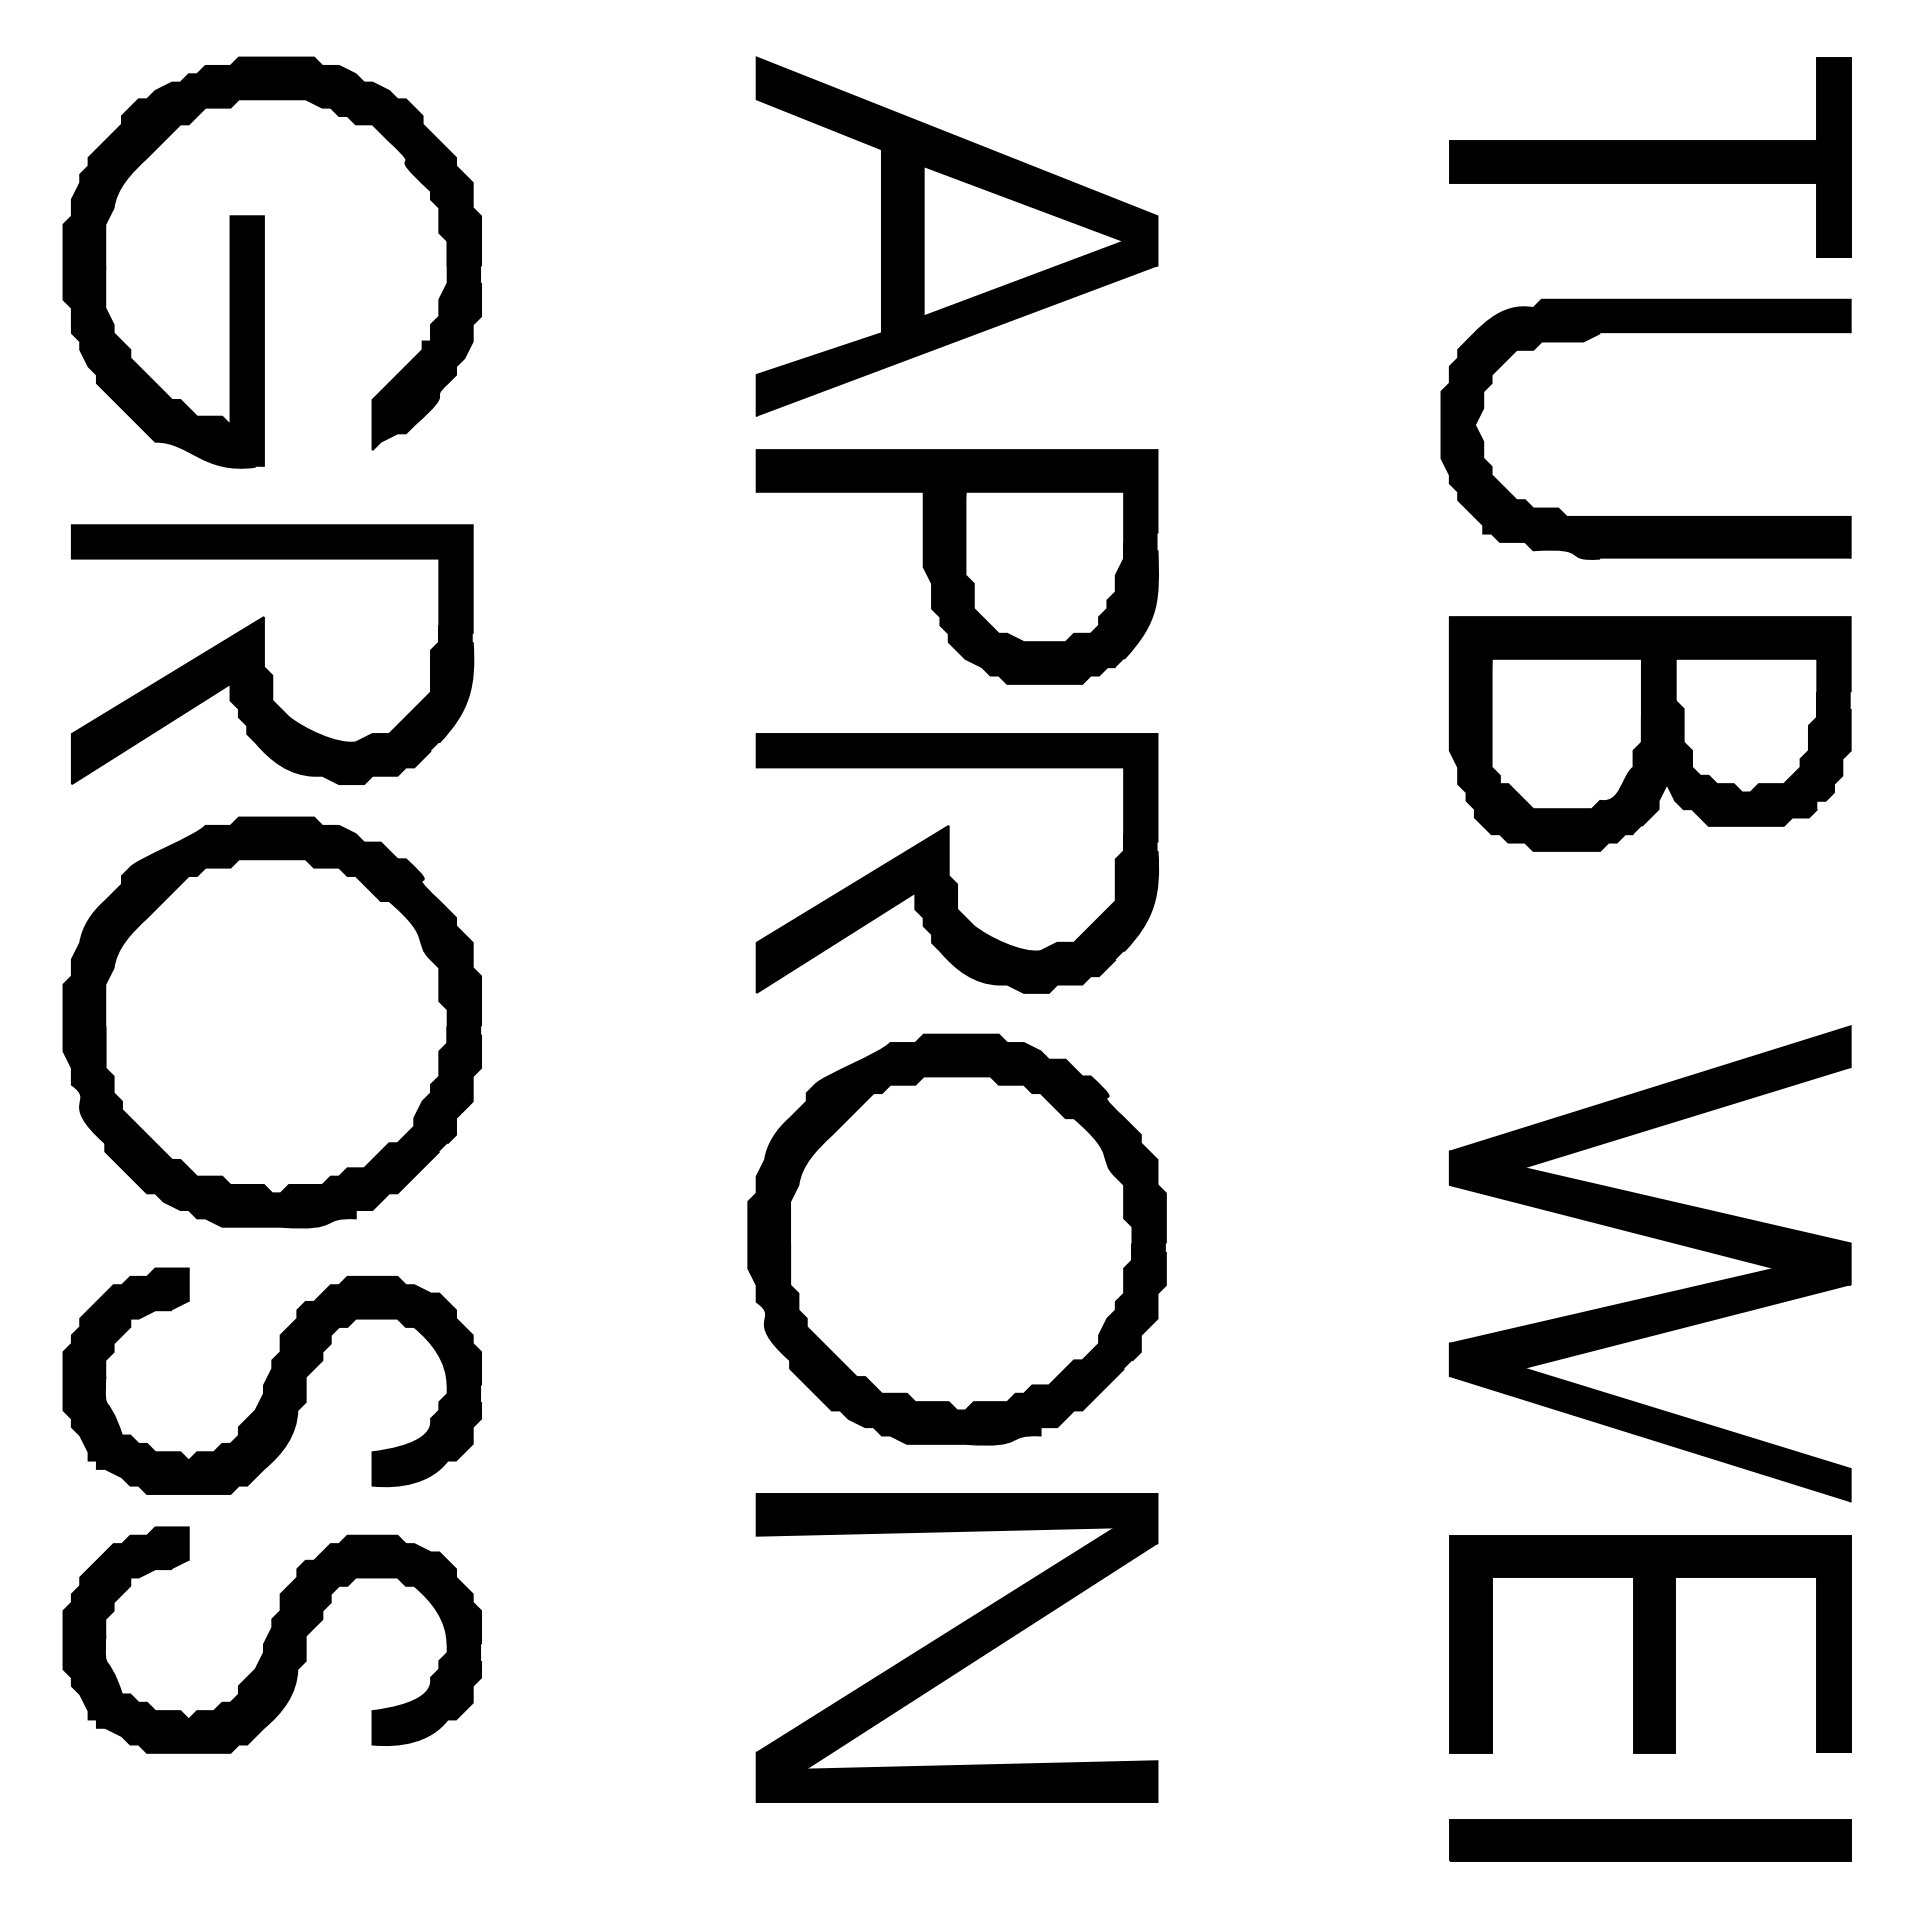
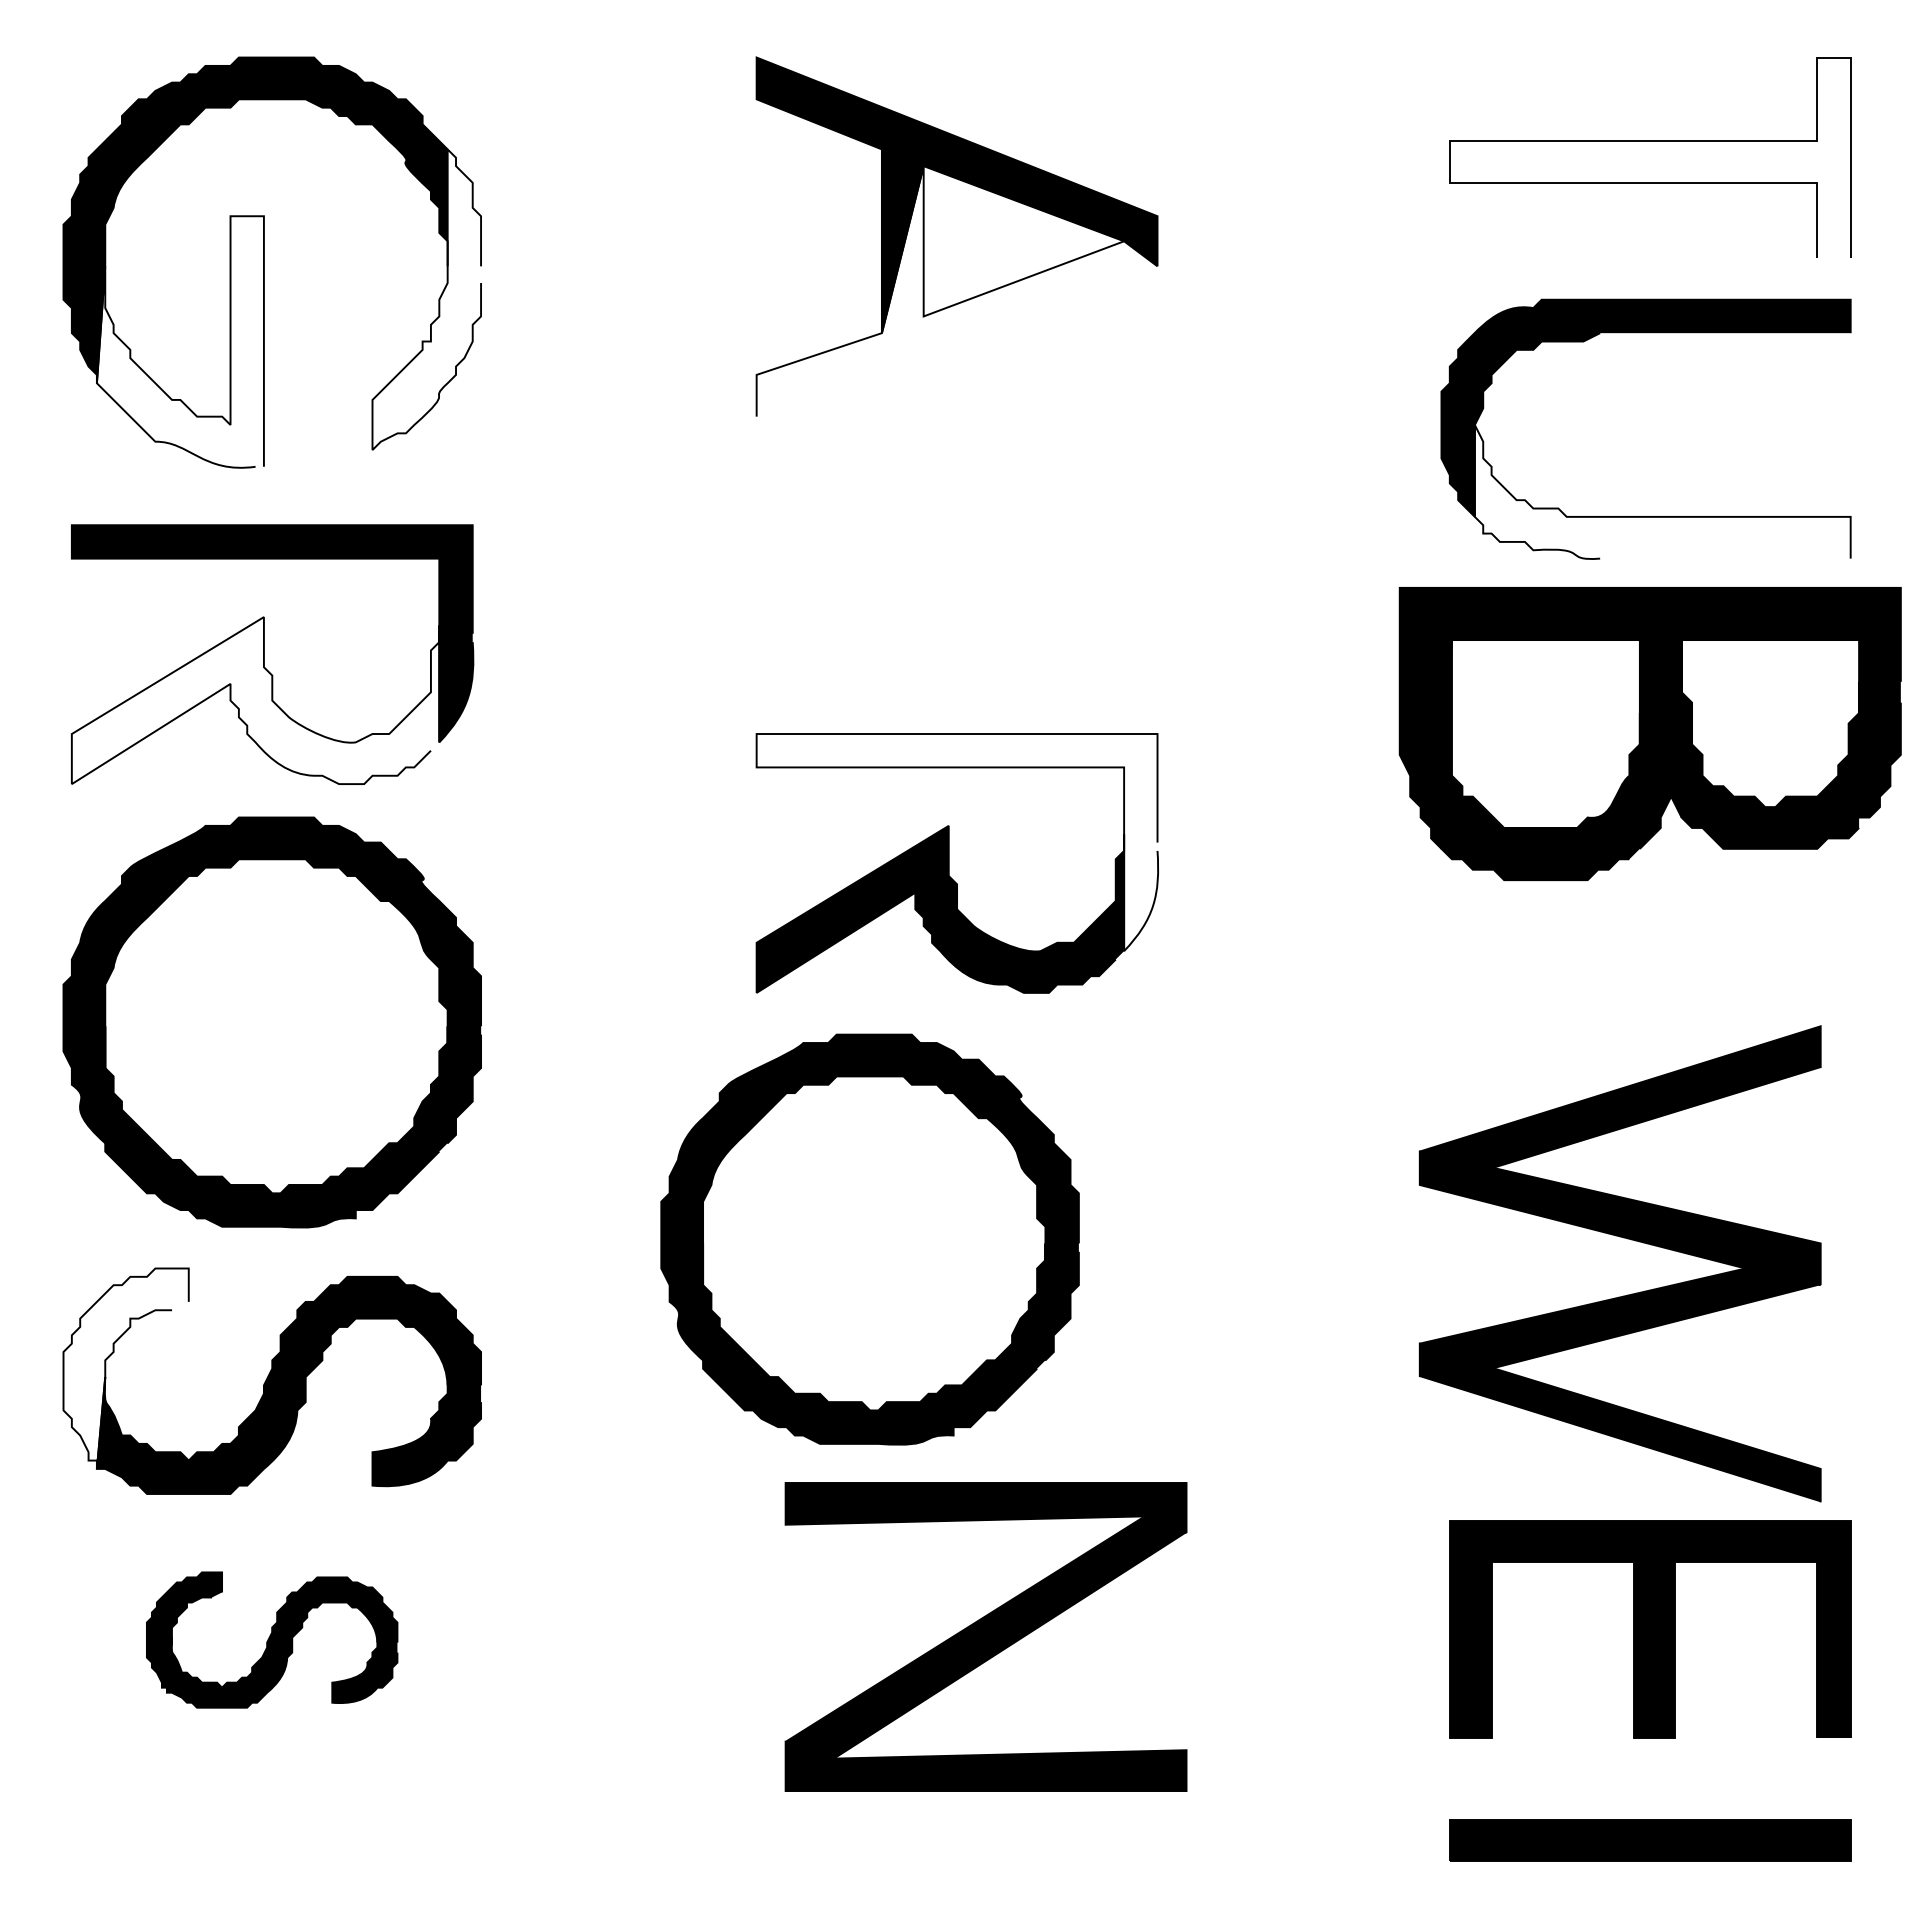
fill at (1649, 157): present -> none
fill at (956, 291): present -> none
fill at (426, 299): present -> none
fill at (179, 341): present -> none
fill at (1662, 491): present -> none
part at (956, 566): present -> none
fill at (255, 700): present -> none
part at (1649, 733) size: 404x236 px -> 504x295 px
fill at (957, 842): present -> none
part at (956, 1239) position: (956, 1239) -> (869, 1239)
part at (1657, 1239) position: (1657, 1239) -> (1627, 1239)
fill at (125, 1368): present -> none
part at (271, 1639) size: 420x228 px -> 253x138 px
part at (1650, 1644) position: (1650, 1644) -> (1650, 1629)
part at (956, 1647) position: (956, 1647) -> (985, 1636)
